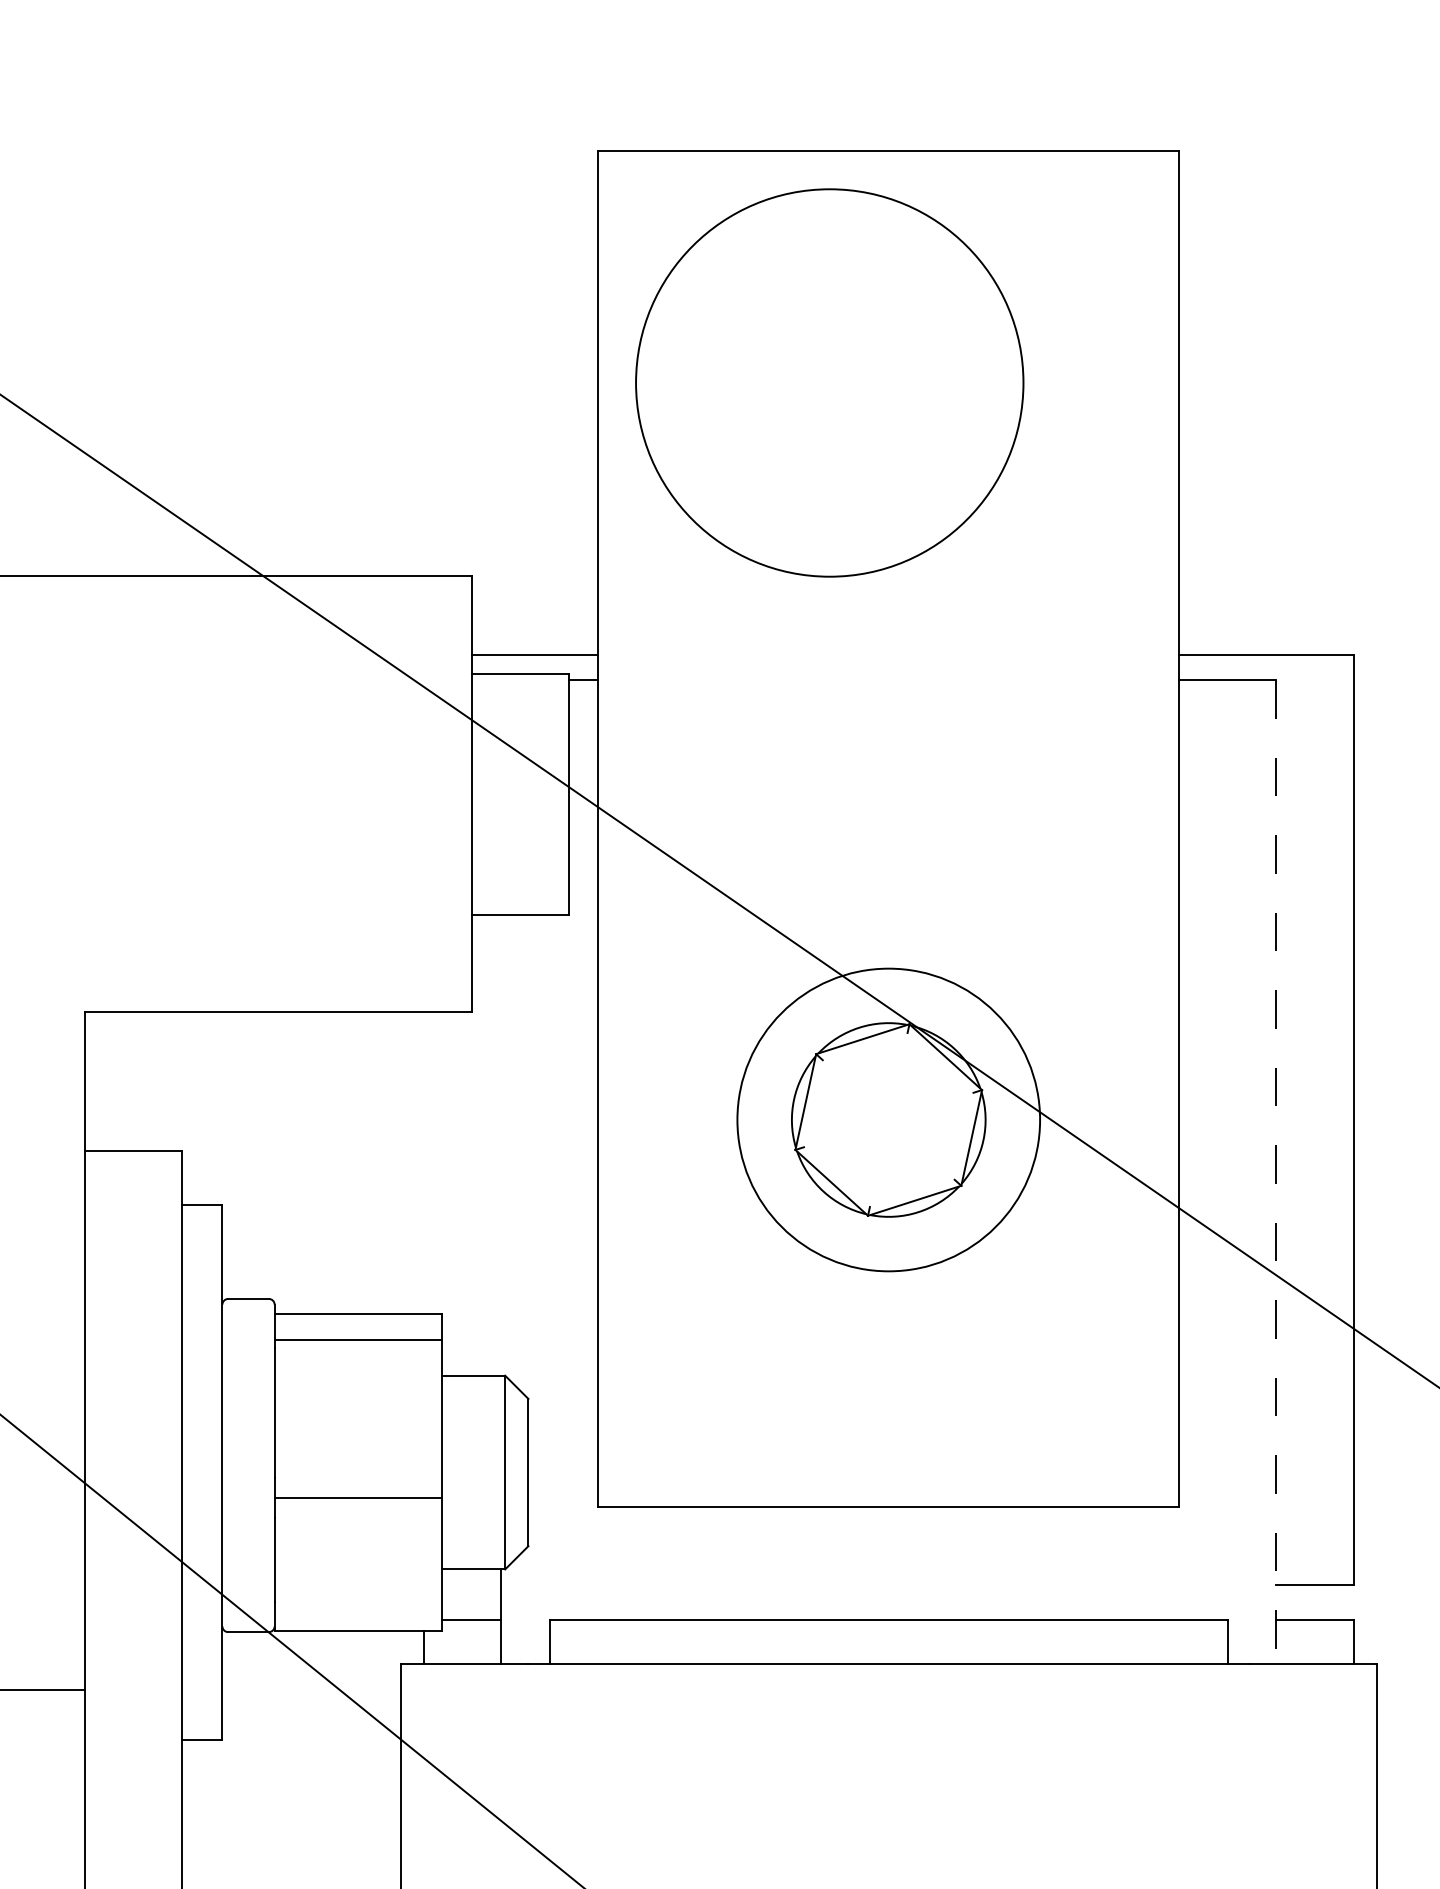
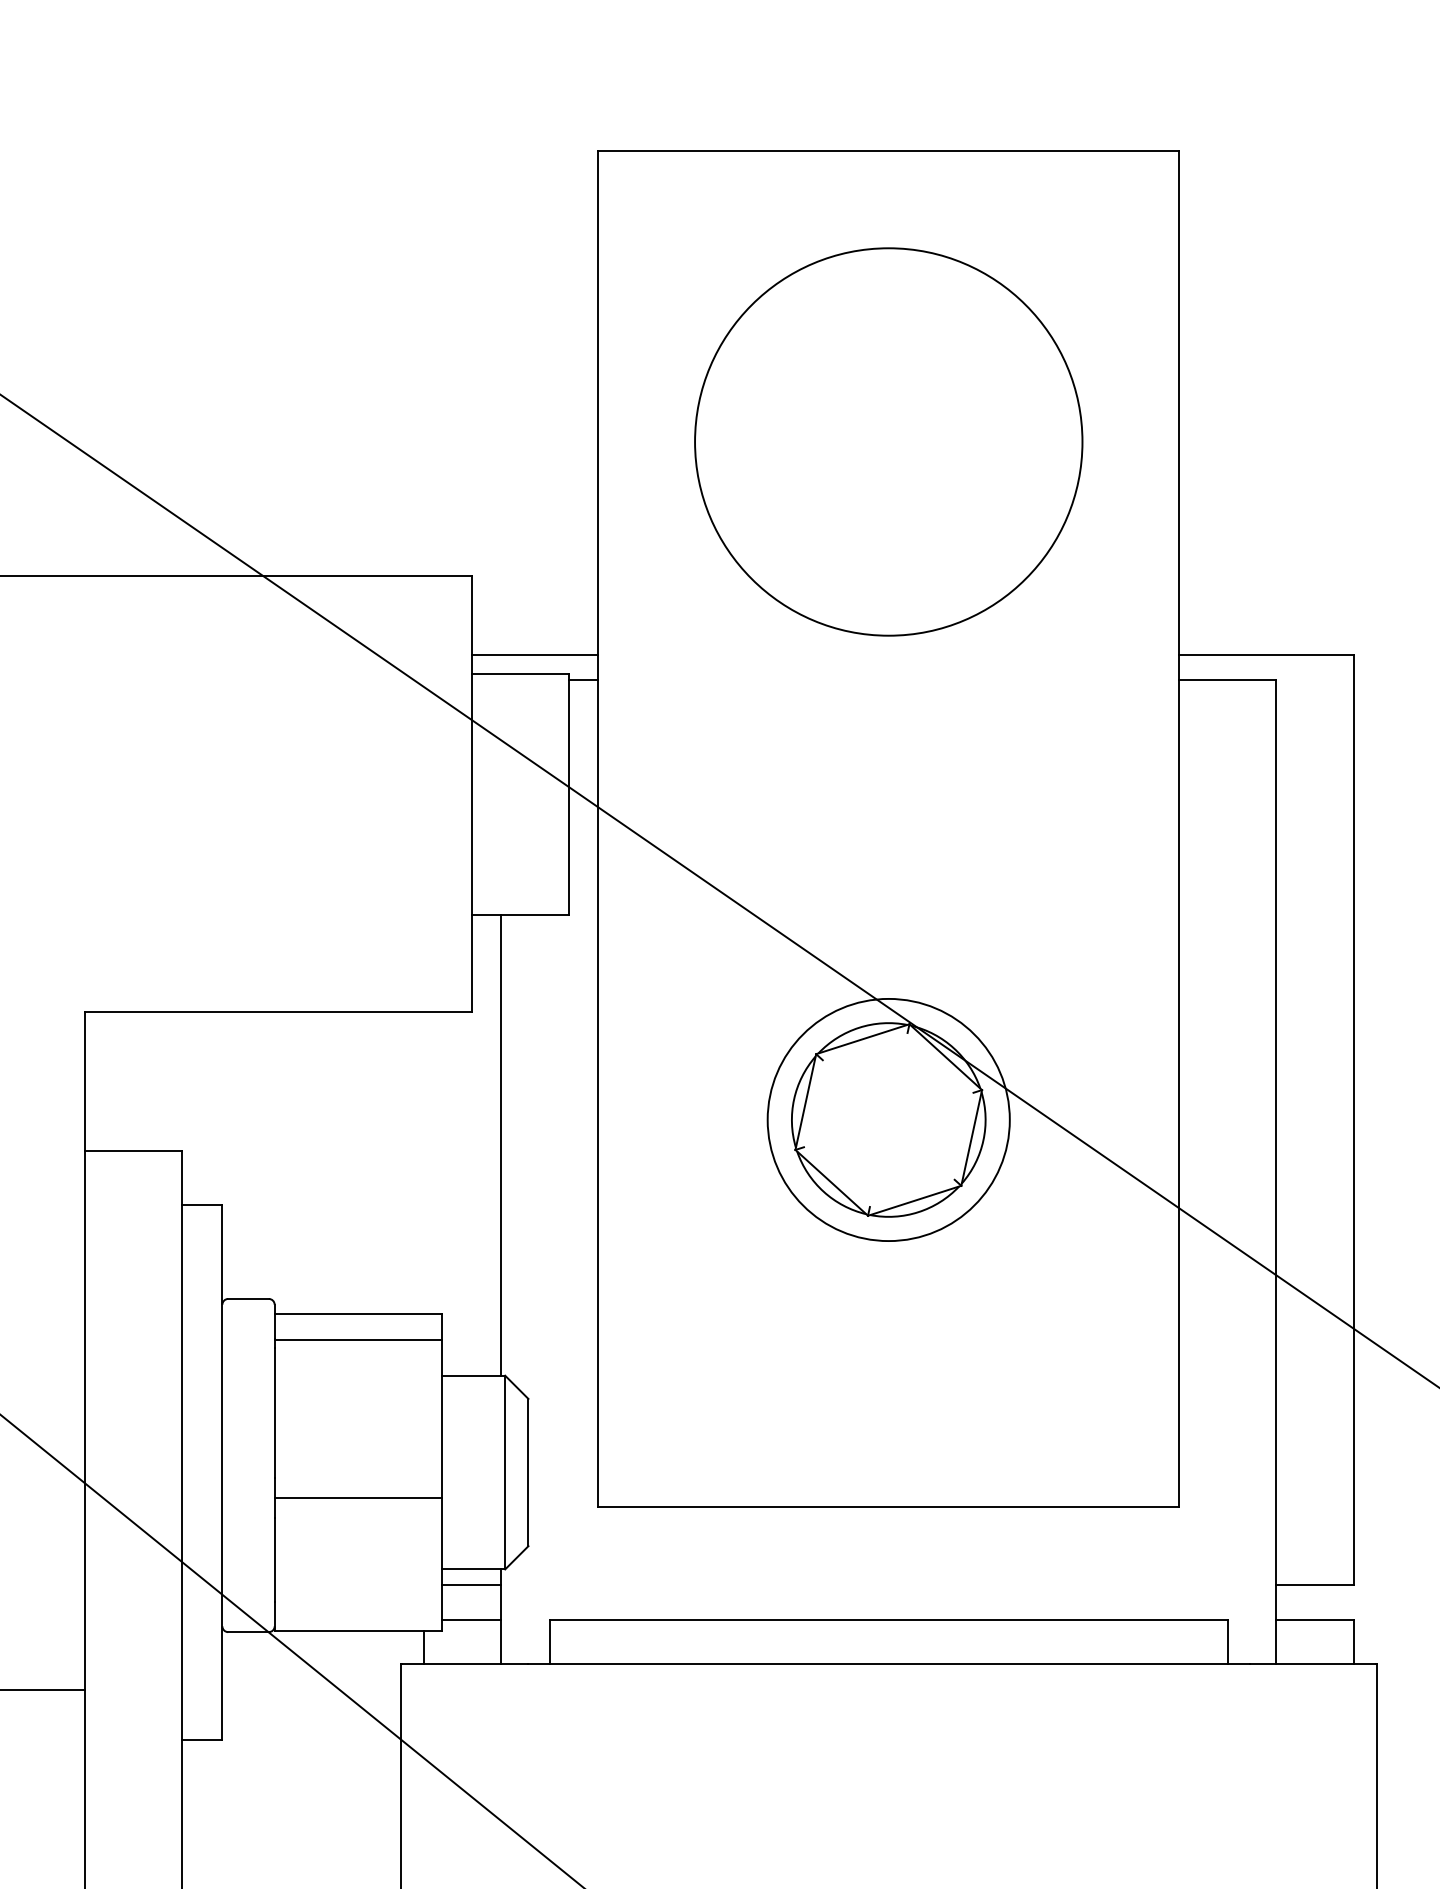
circle at (829, 382) position: (829, 382) -> (888, 441)
circle at (888, 1119) diameter: 303 px -> 242 px
line at (501, 1144): none -> present
line at (1276, 1172): dashed -> solid
line at (471, 1584): none -> present
